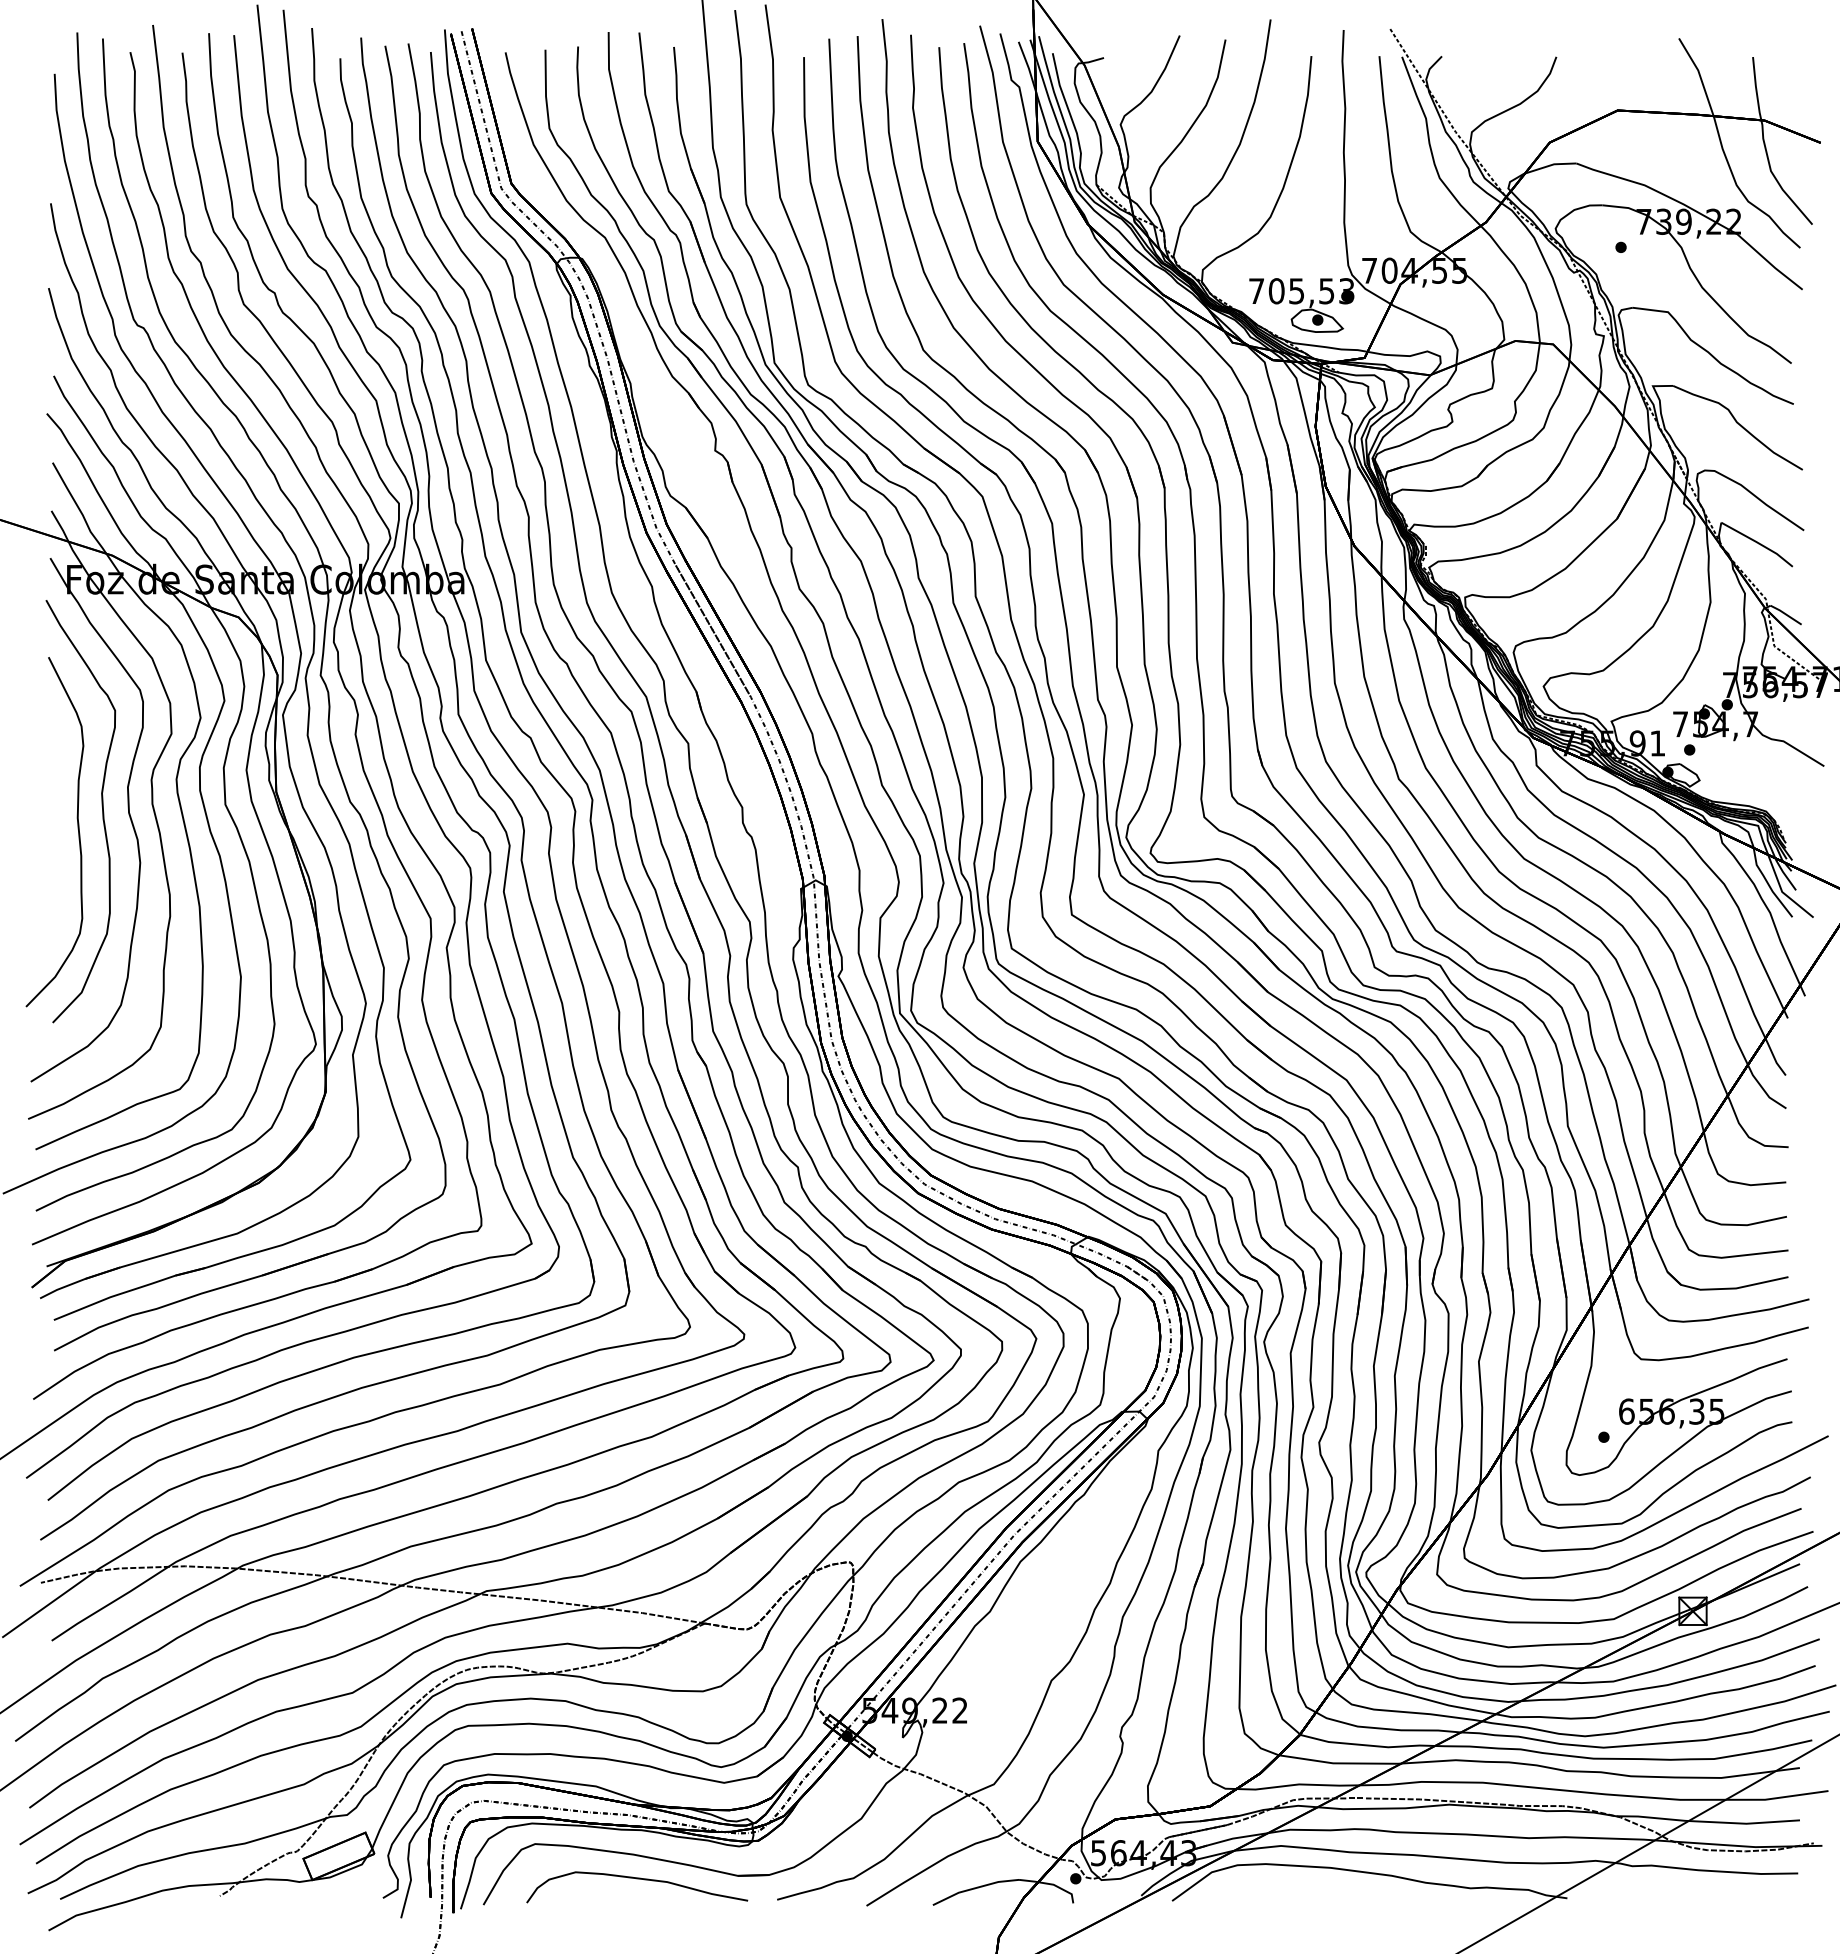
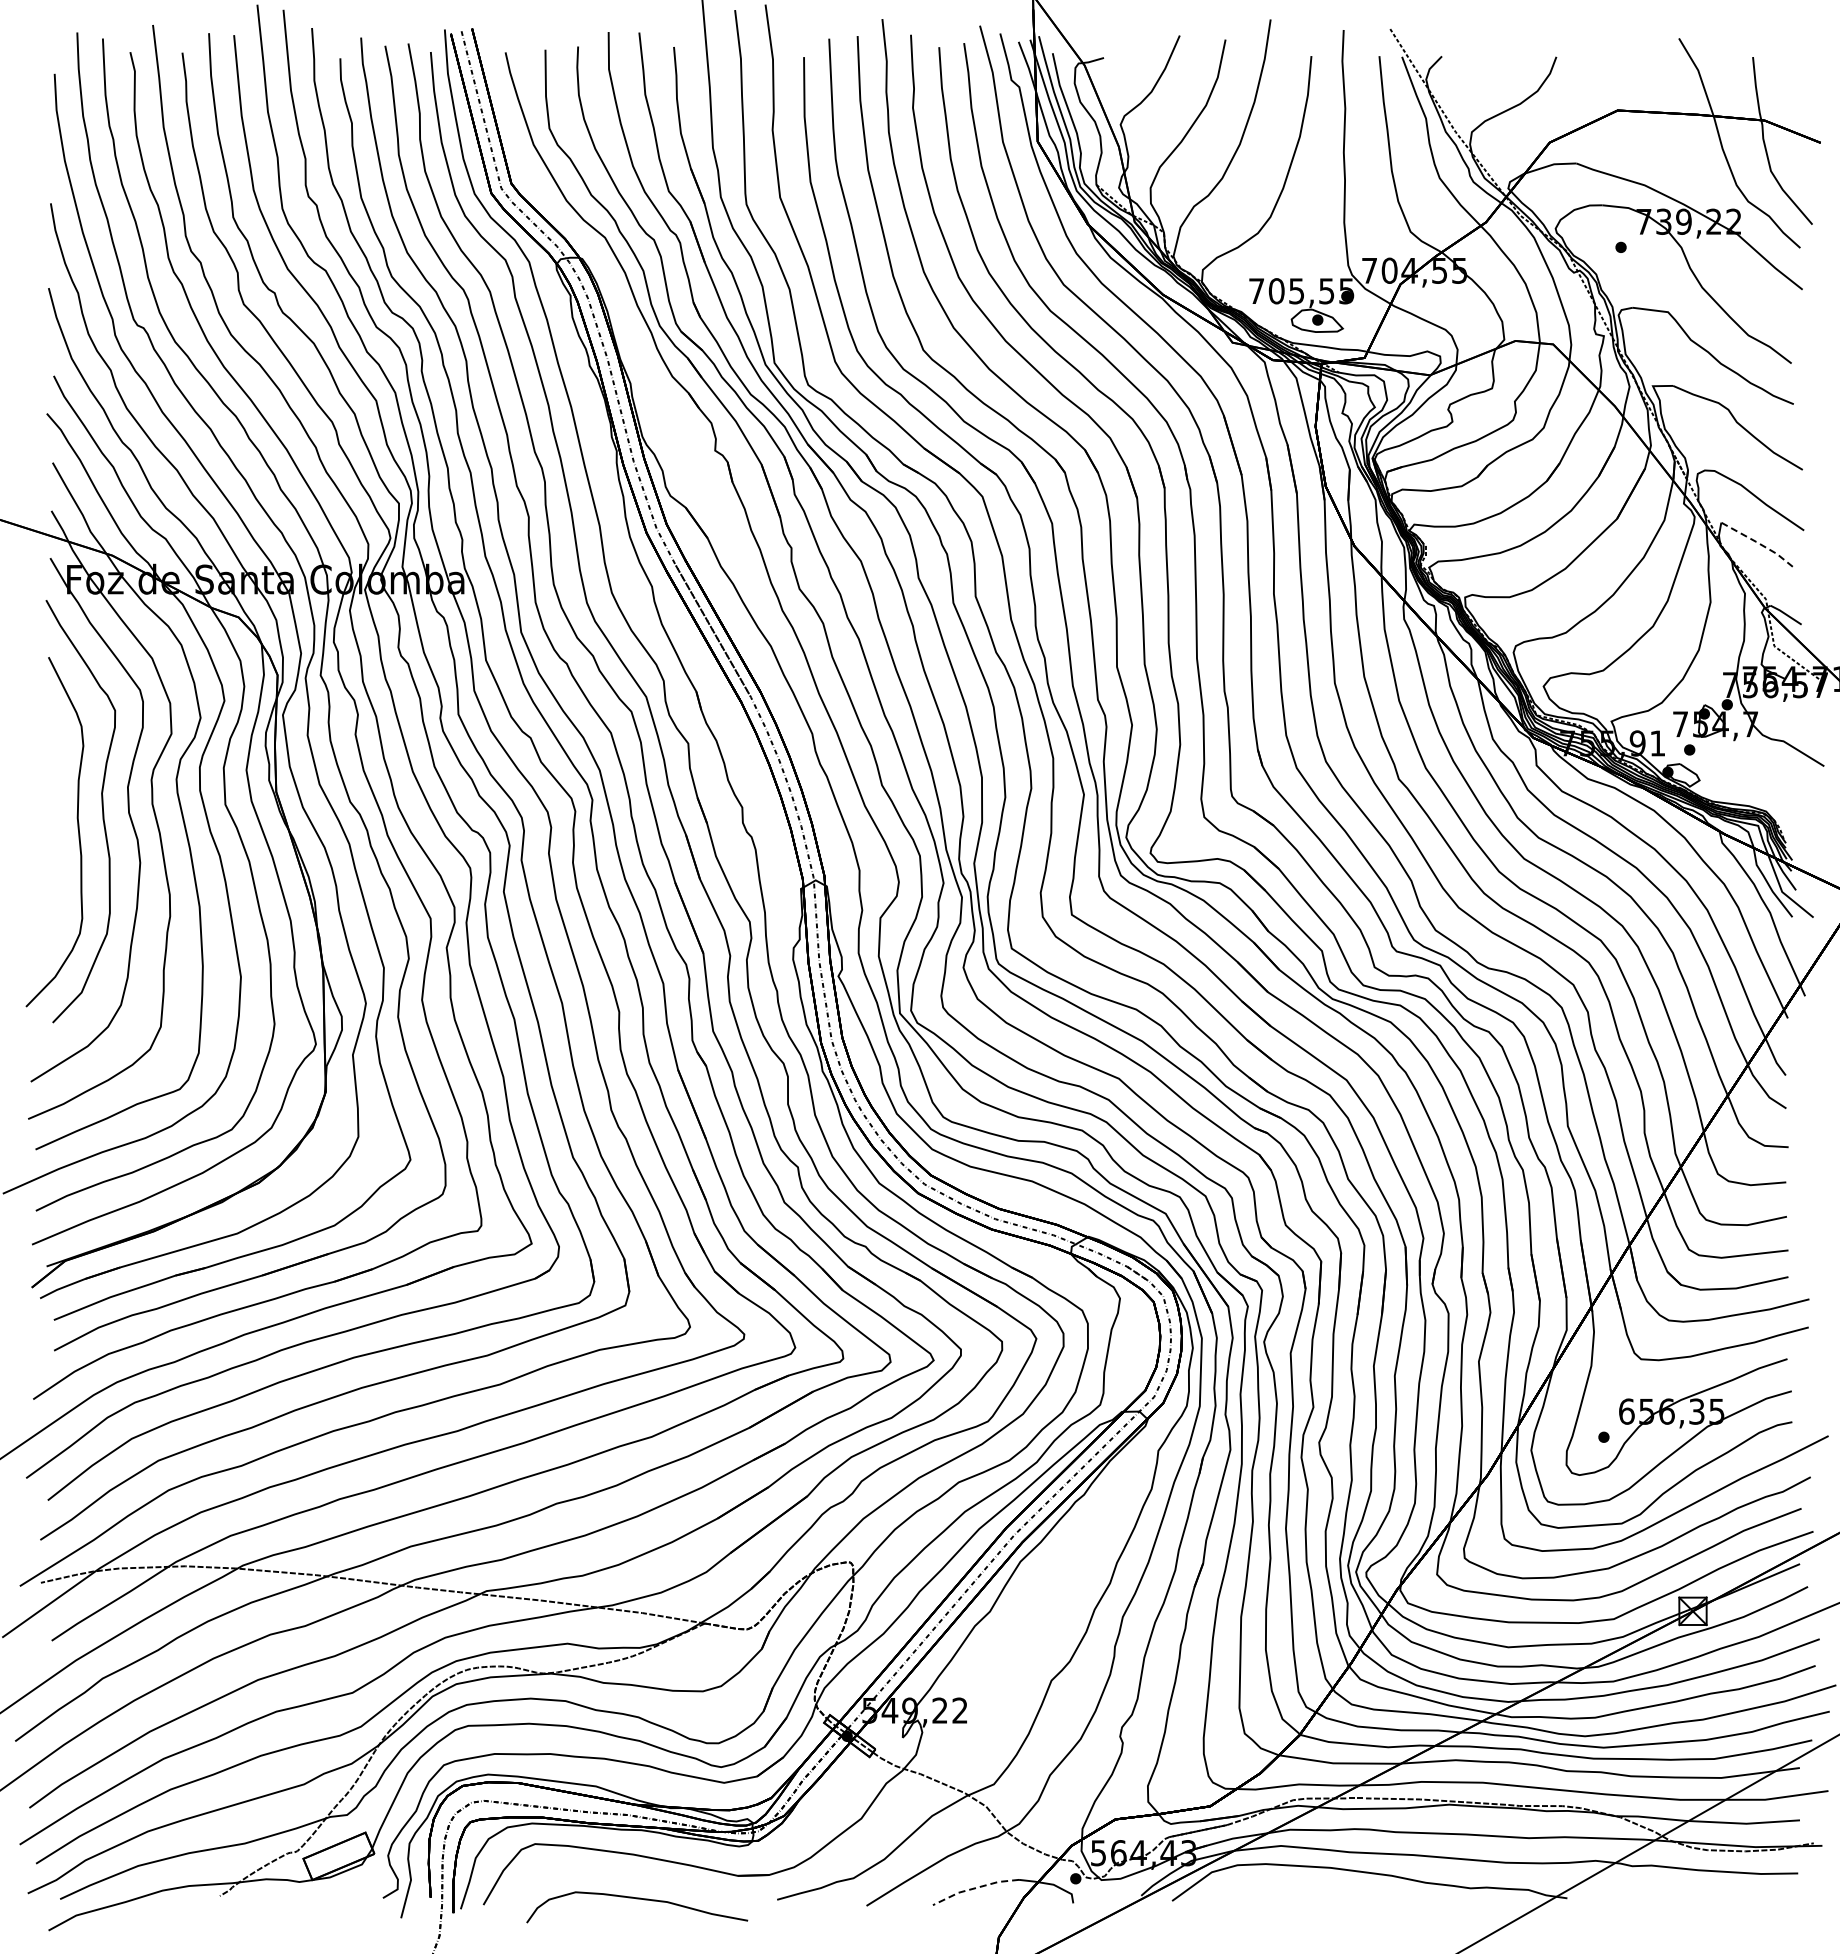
text at (1347, 290): 705,53 -> 705,55
line at (1757, 542): solid -> dashed
curve at (637, 1879) position: (637, 1879) -> (637, 1899)
line at (974, 1888): solid -> dashed
